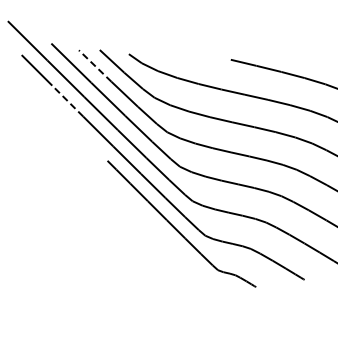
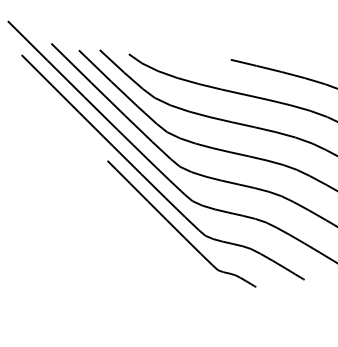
line at (95, 66): dashed -> solid
line at (67, 101): dashed -> solid
